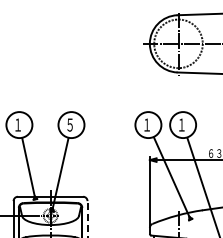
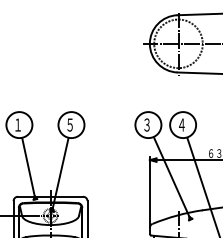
text at (146, 124): １ -> ３
text at (181, 124): １ -> ４
line at (87, 219): dashed -> solid
